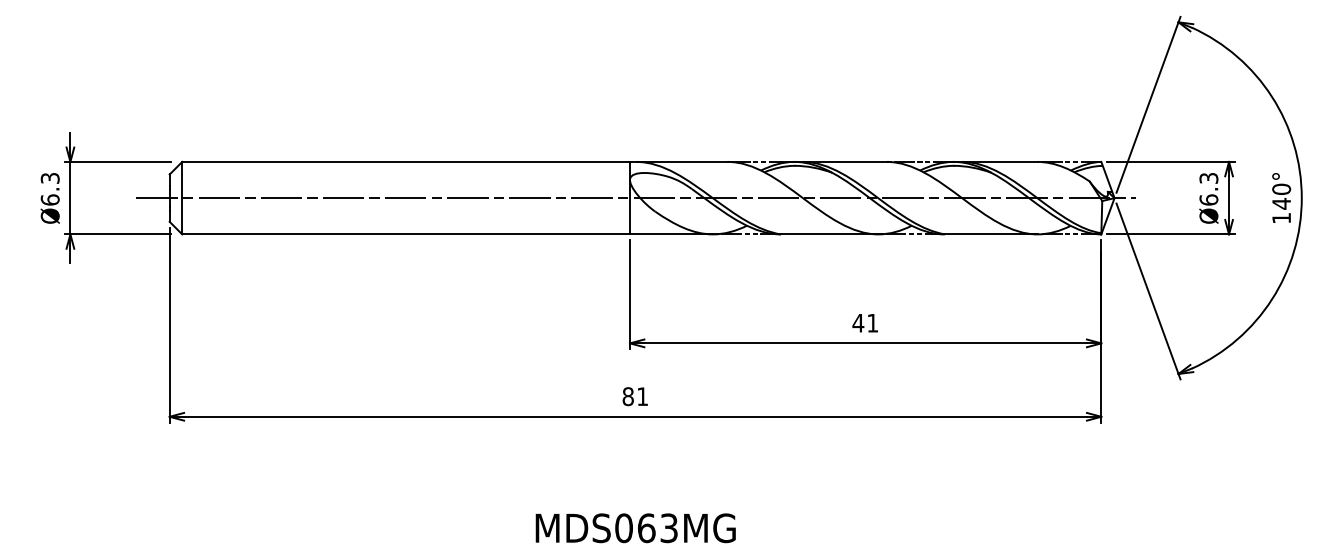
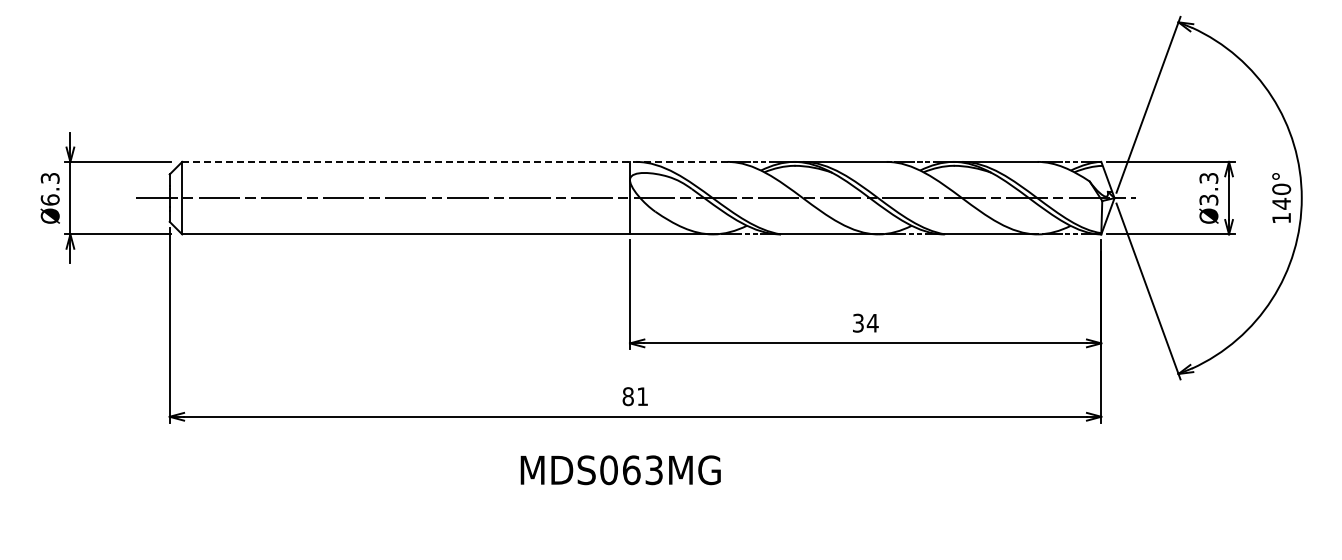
line at (454, 161): solid -> dashed
text at (1208, 199): Ø6.3 -> Ø3.3
text at (865, 322): 41 -> 34
text at (635, 528) position: (635, 528) -> (620, 470)
